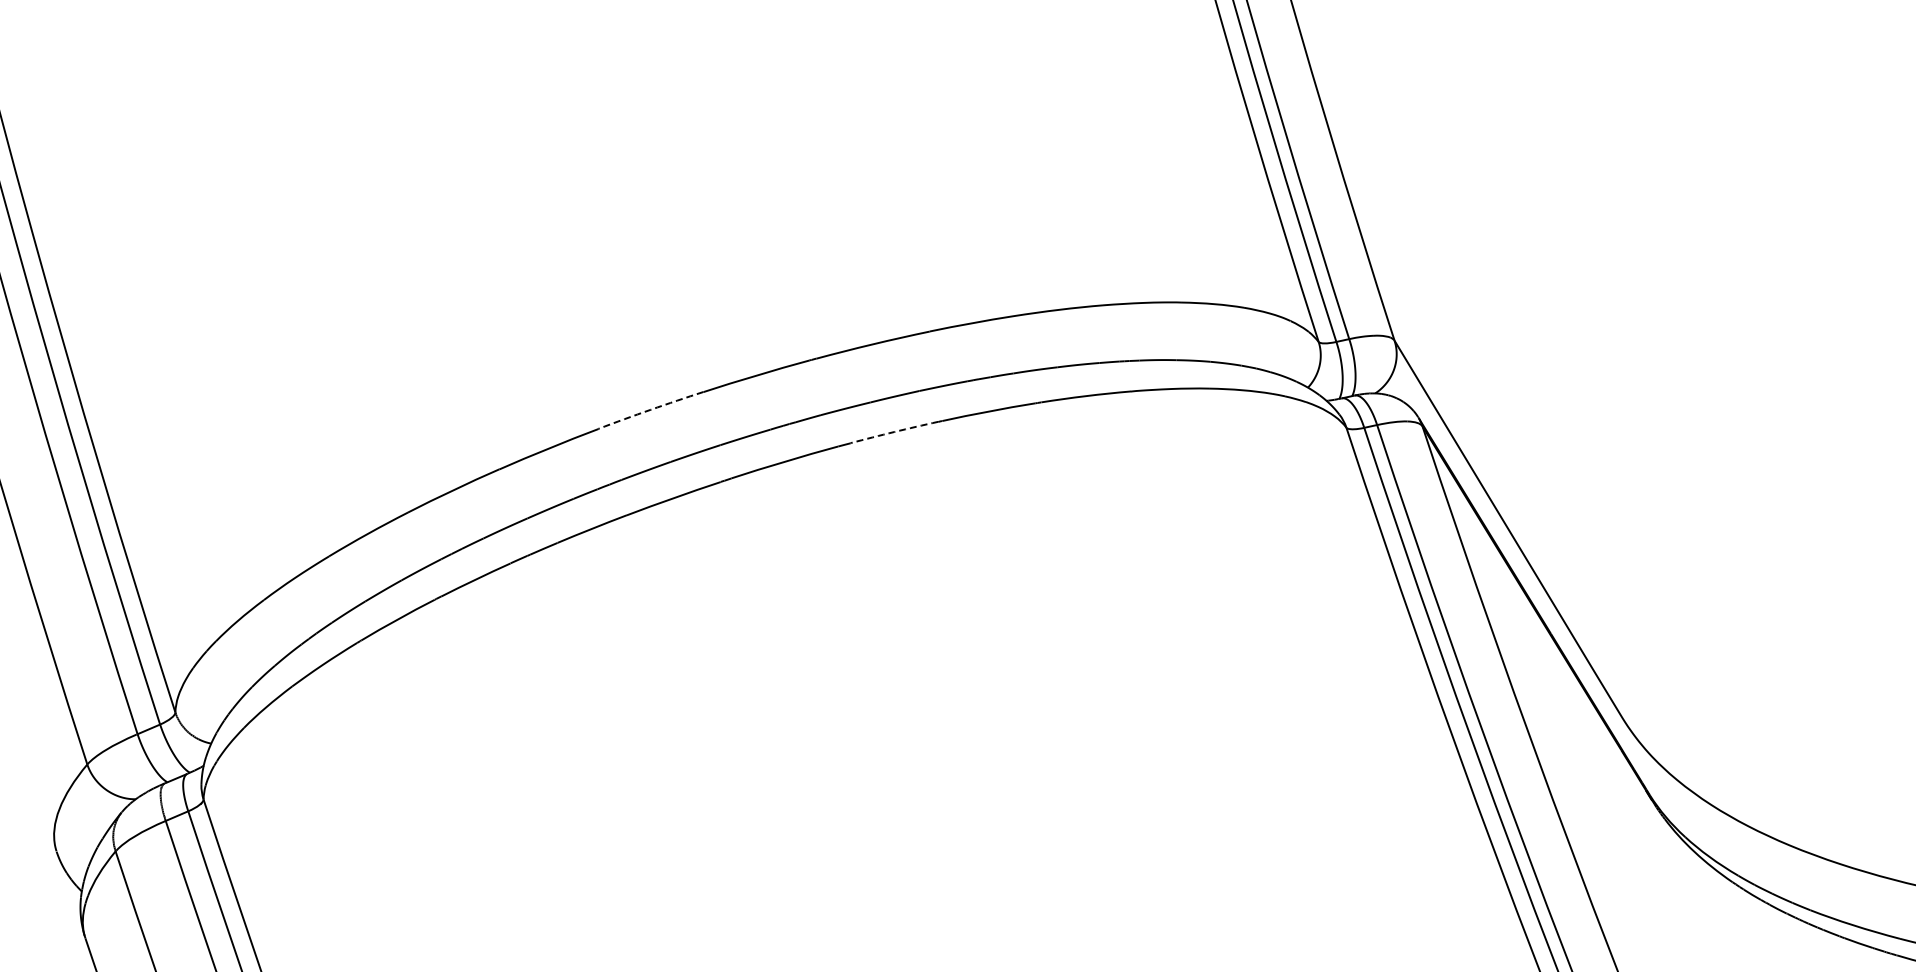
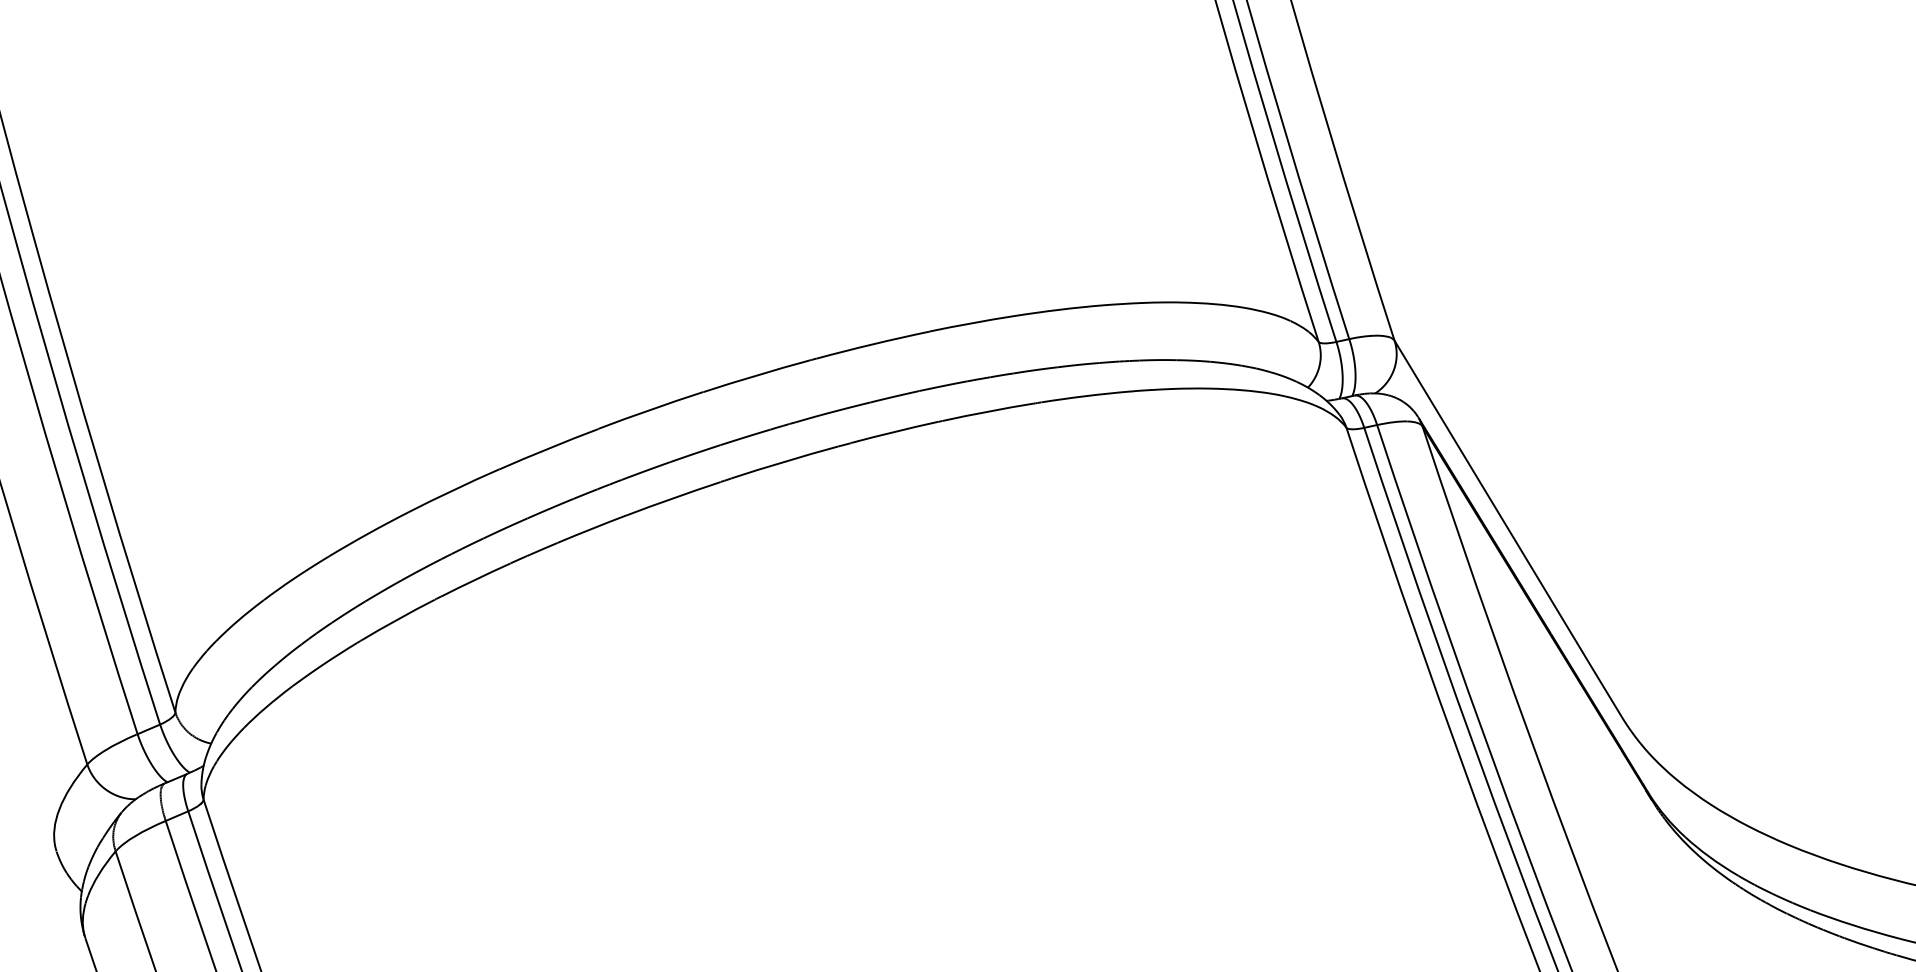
arc at (650, 409): dashed -> solid
arc at (894, 431): dashed -> solid
